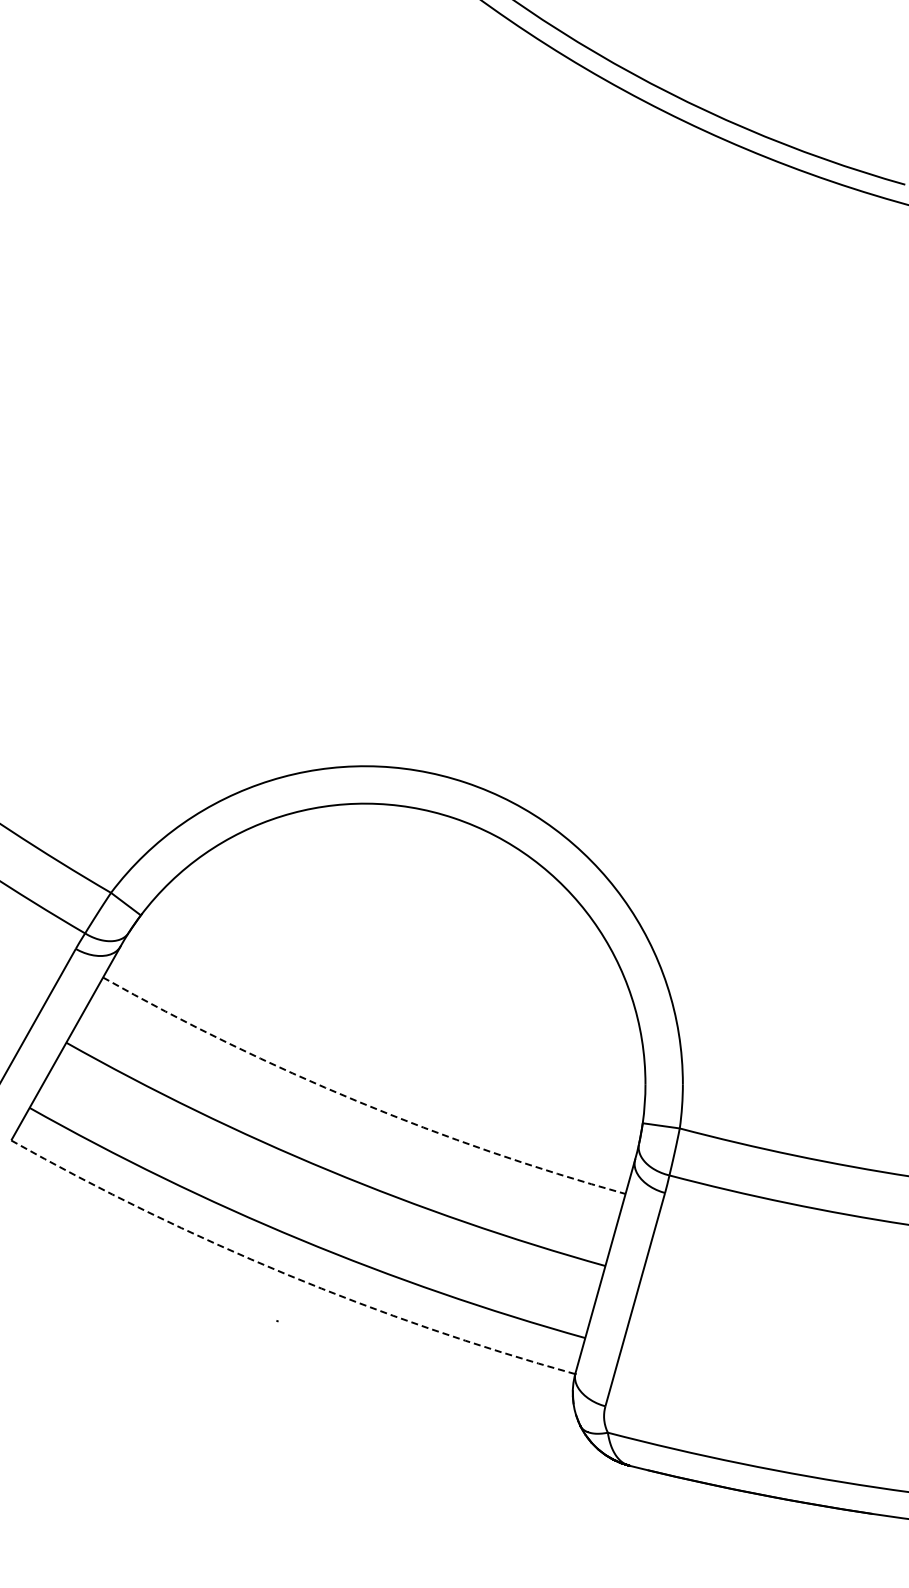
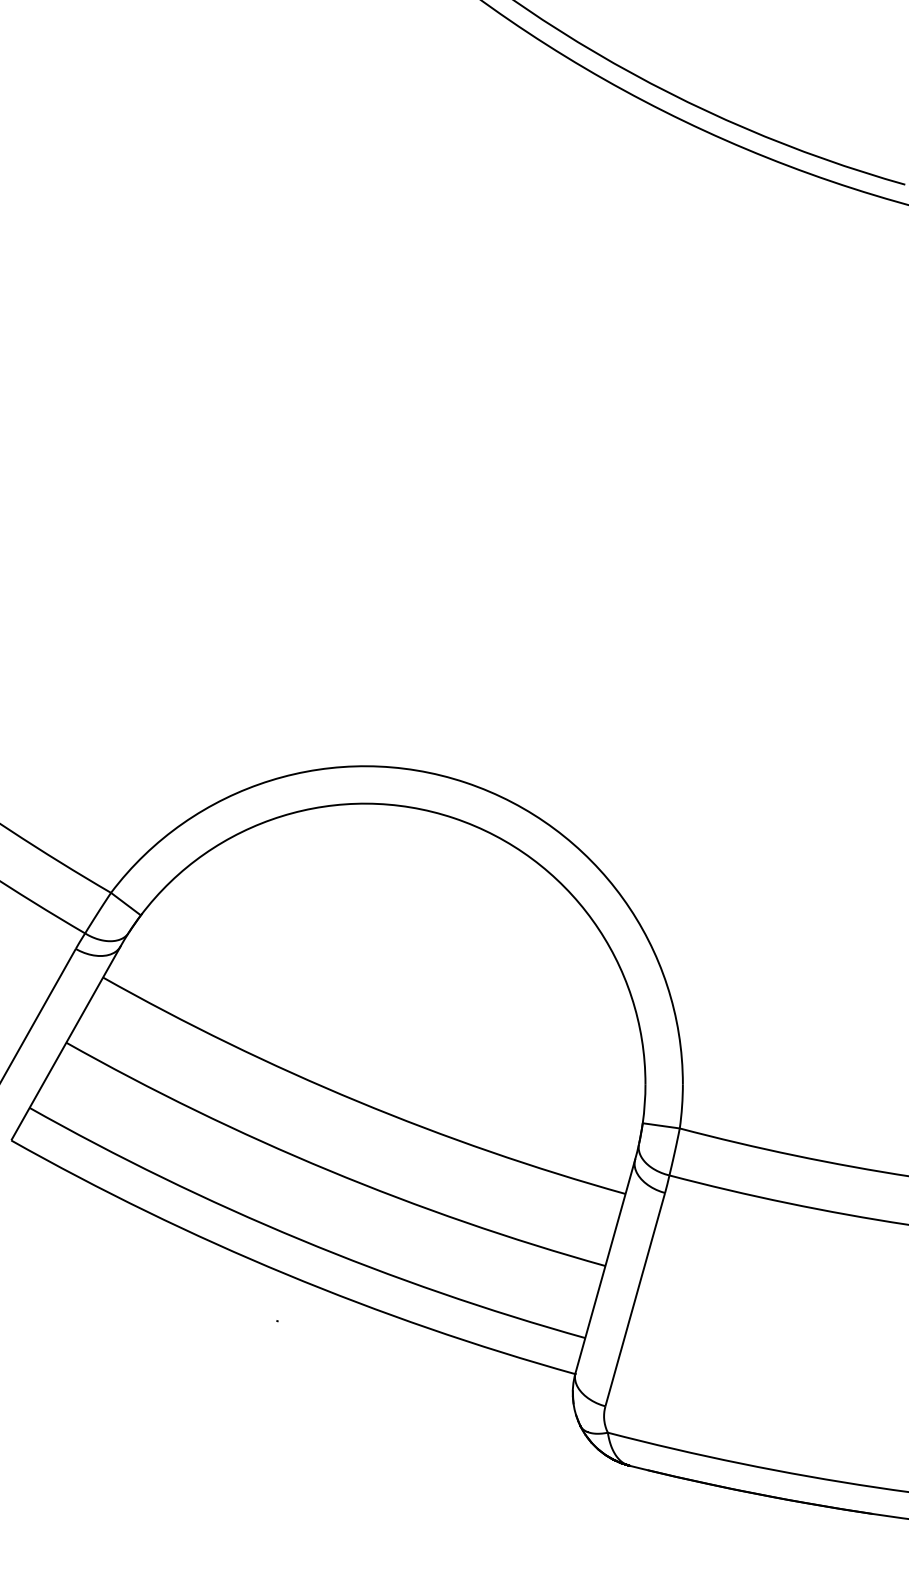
arc at (357, 1101): dashed -> solid
arc at (286, 1274): dashed -> solid
